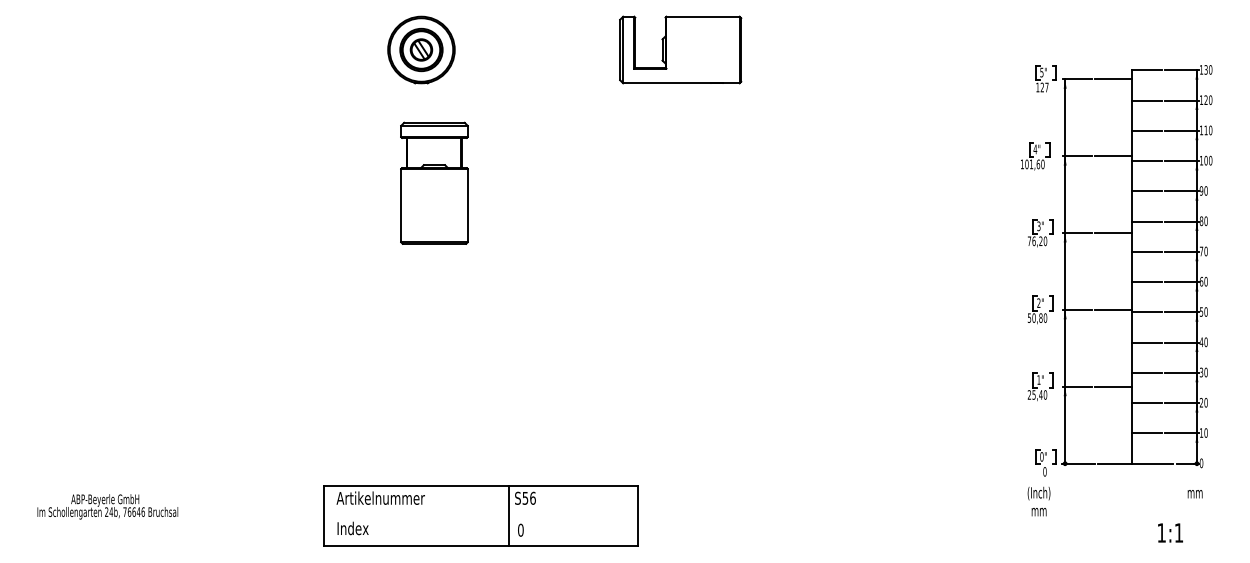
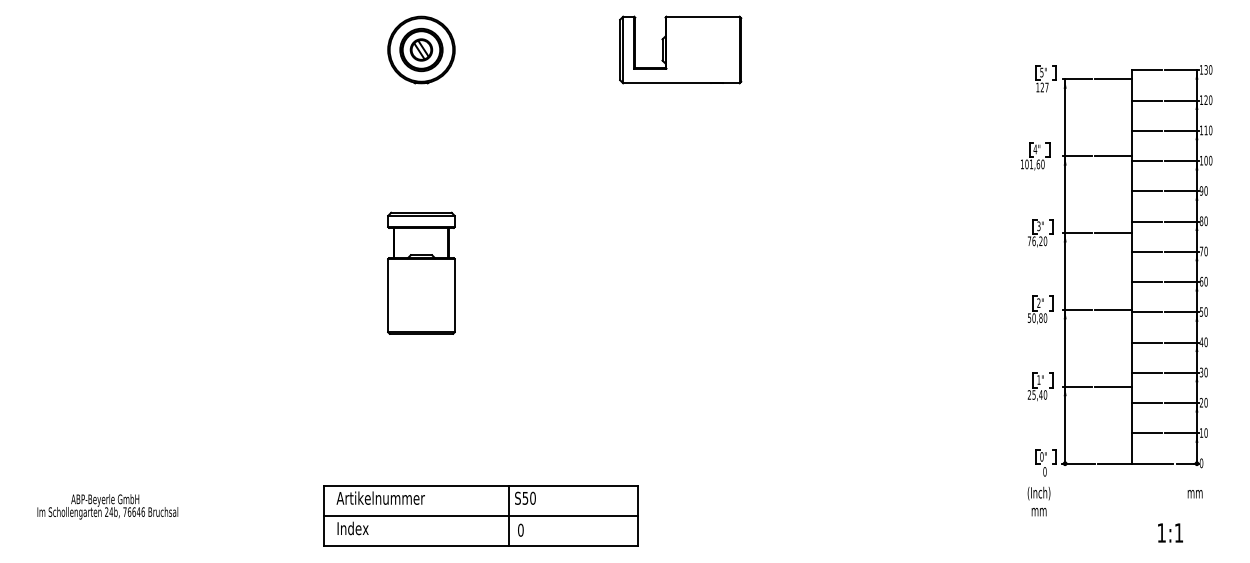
part at (434, 182) position: (434, 182) -> (421, 272)
text at (532, 497): S56 -> S50
line at (480, 516): none -> present
